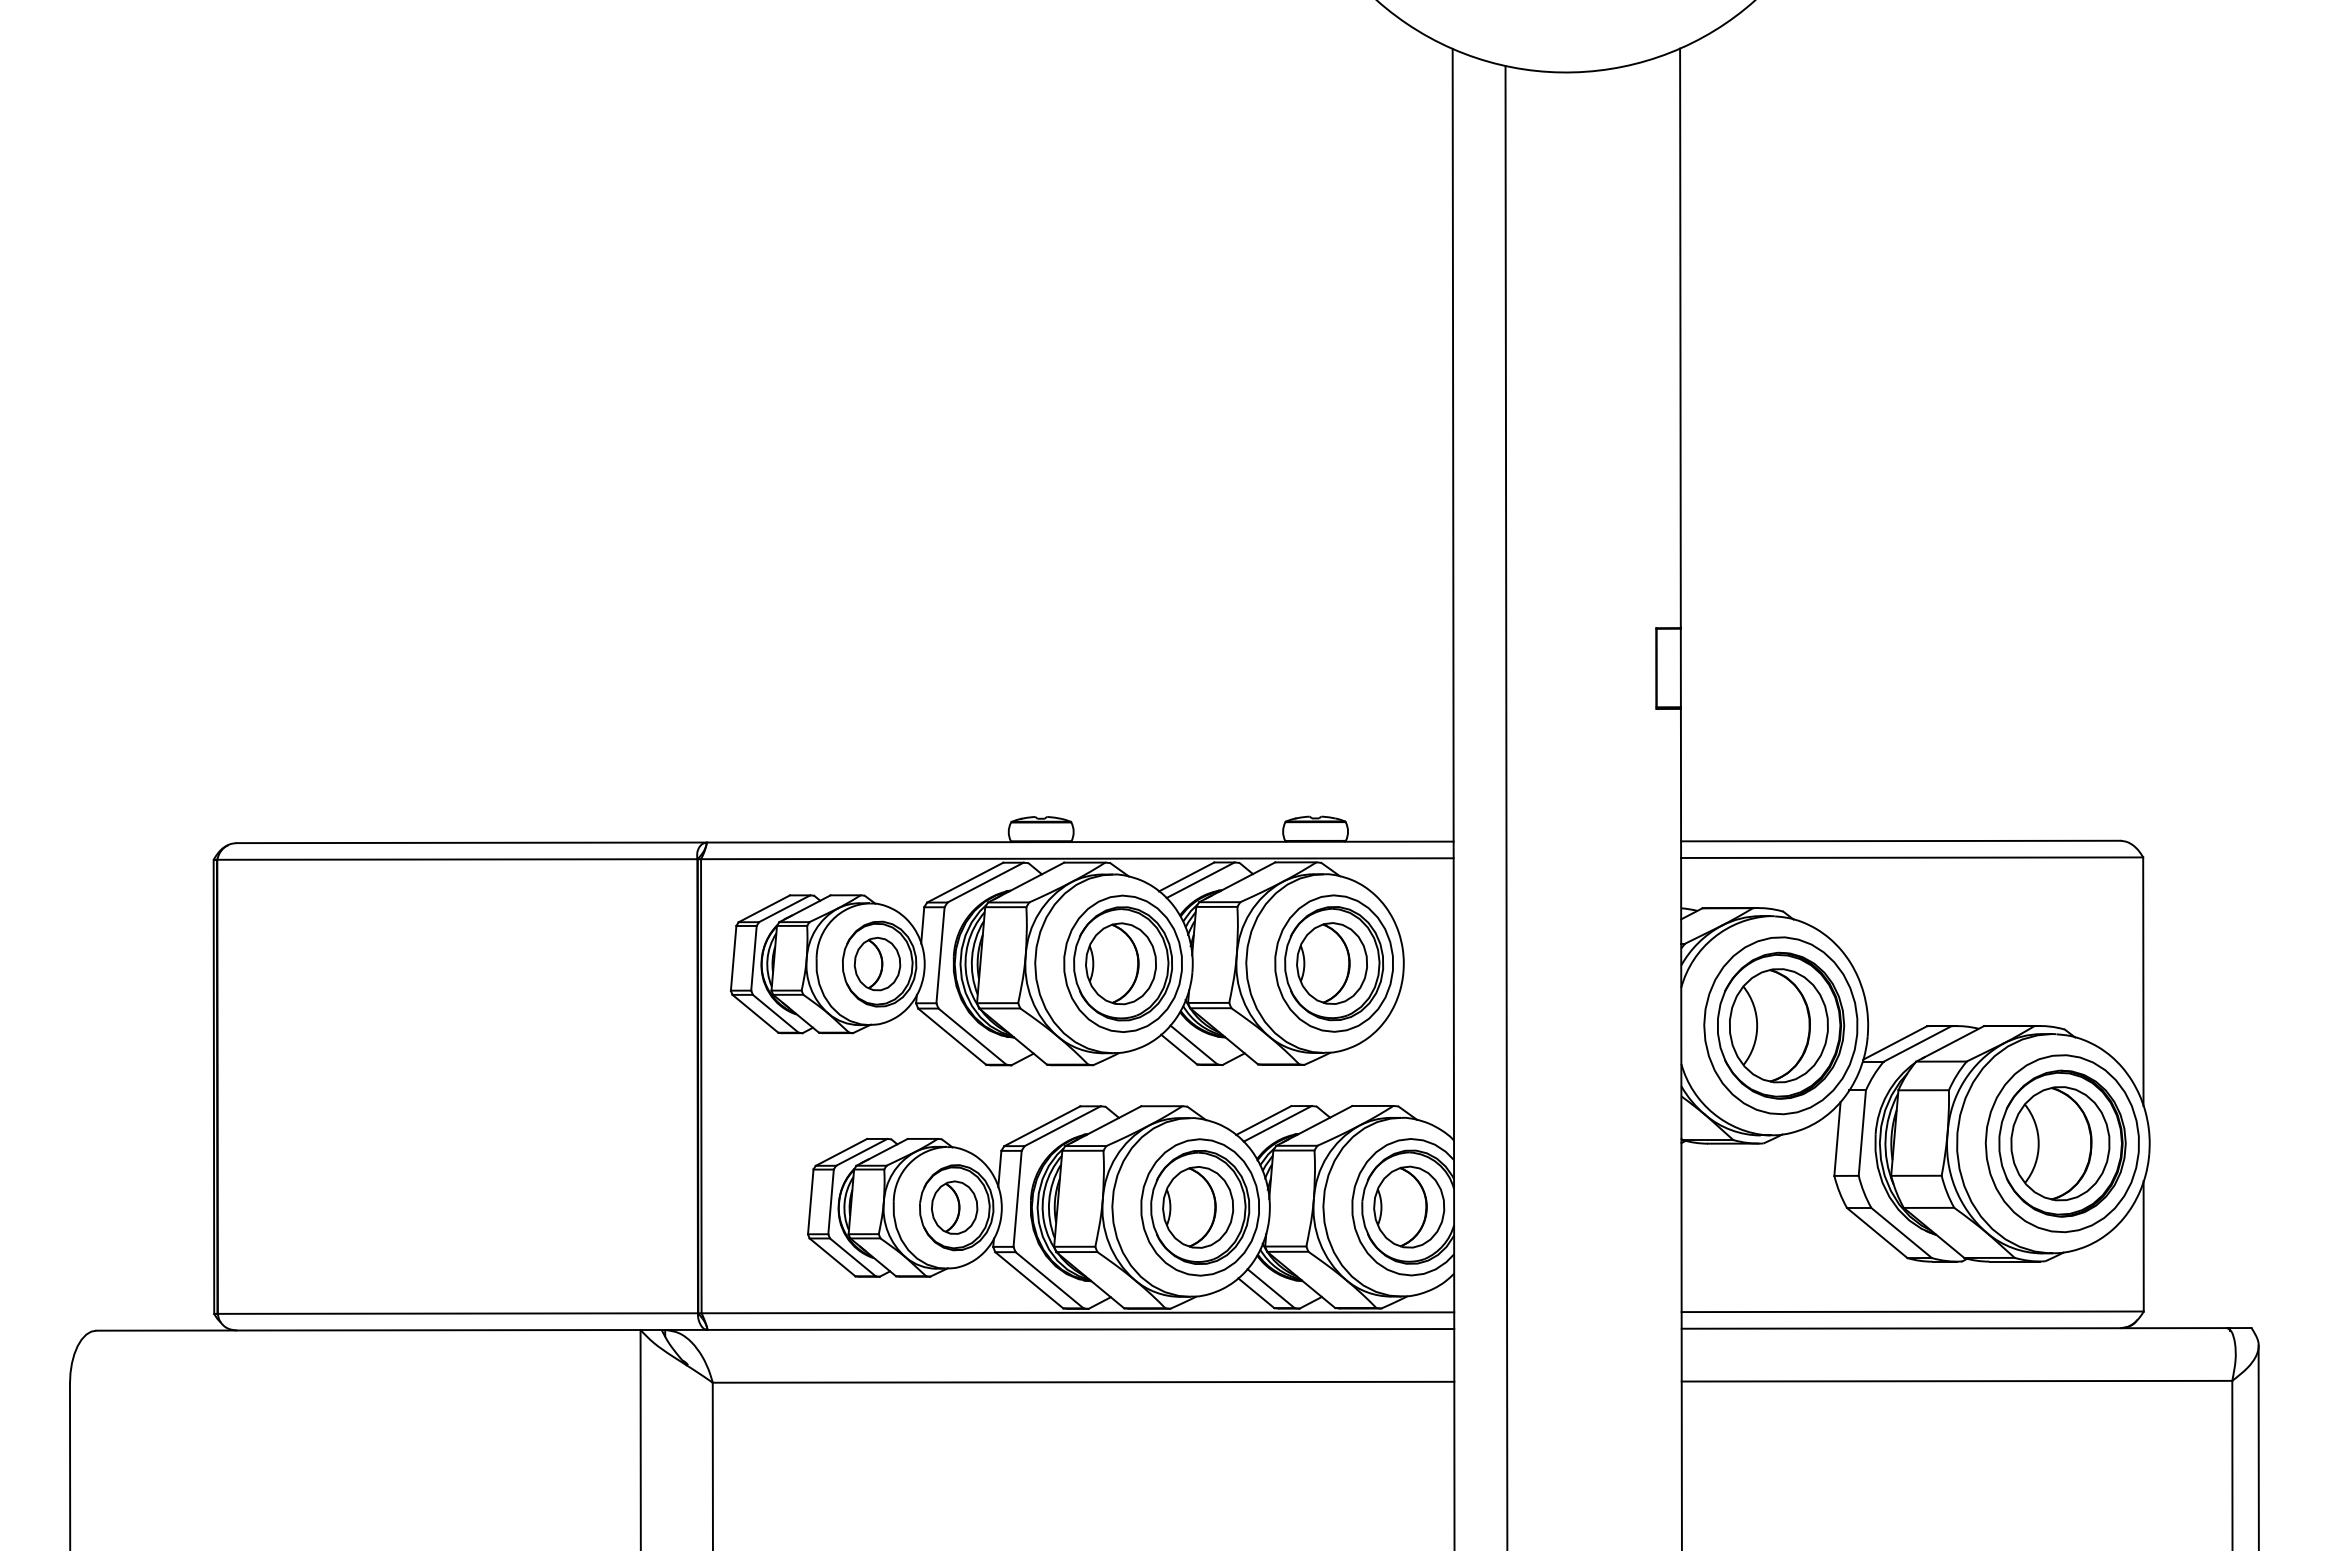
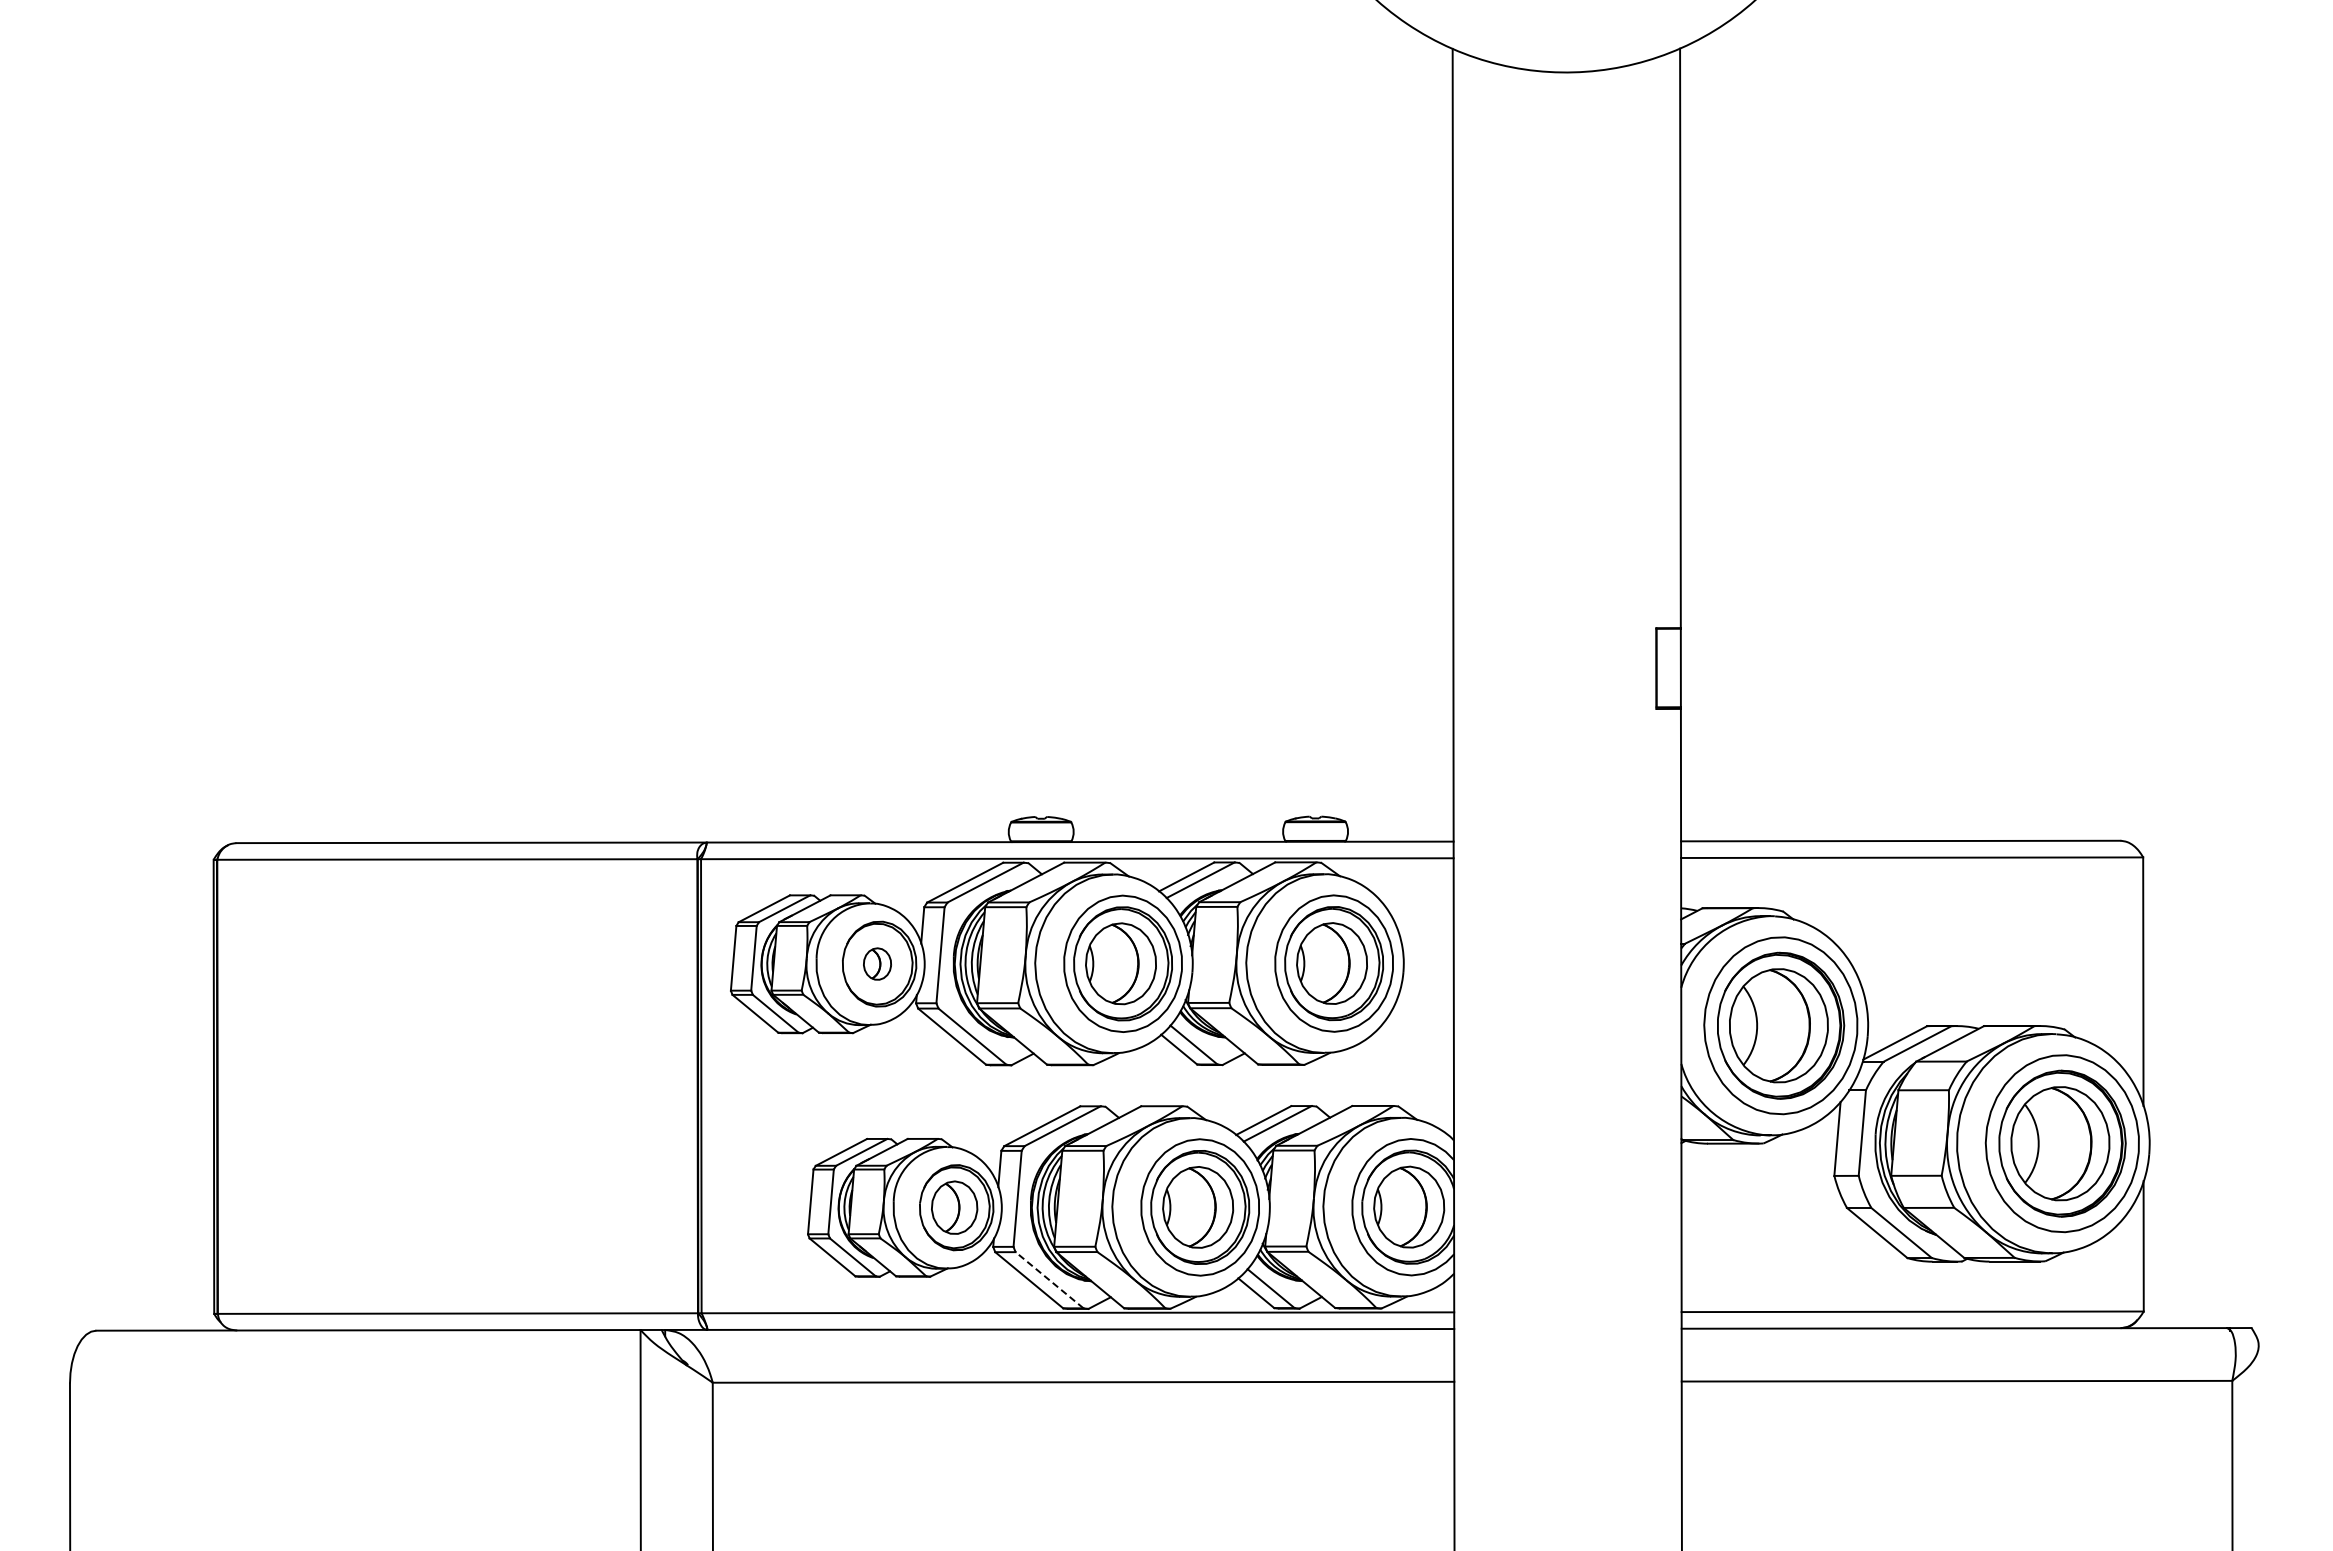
line at (1506, 806): present -> none
part at (877, 963) size: 49x56 px -> 29x34 px
line at (1049, 1279): solid -> dashed
line at (2258, 1446): present -> none
